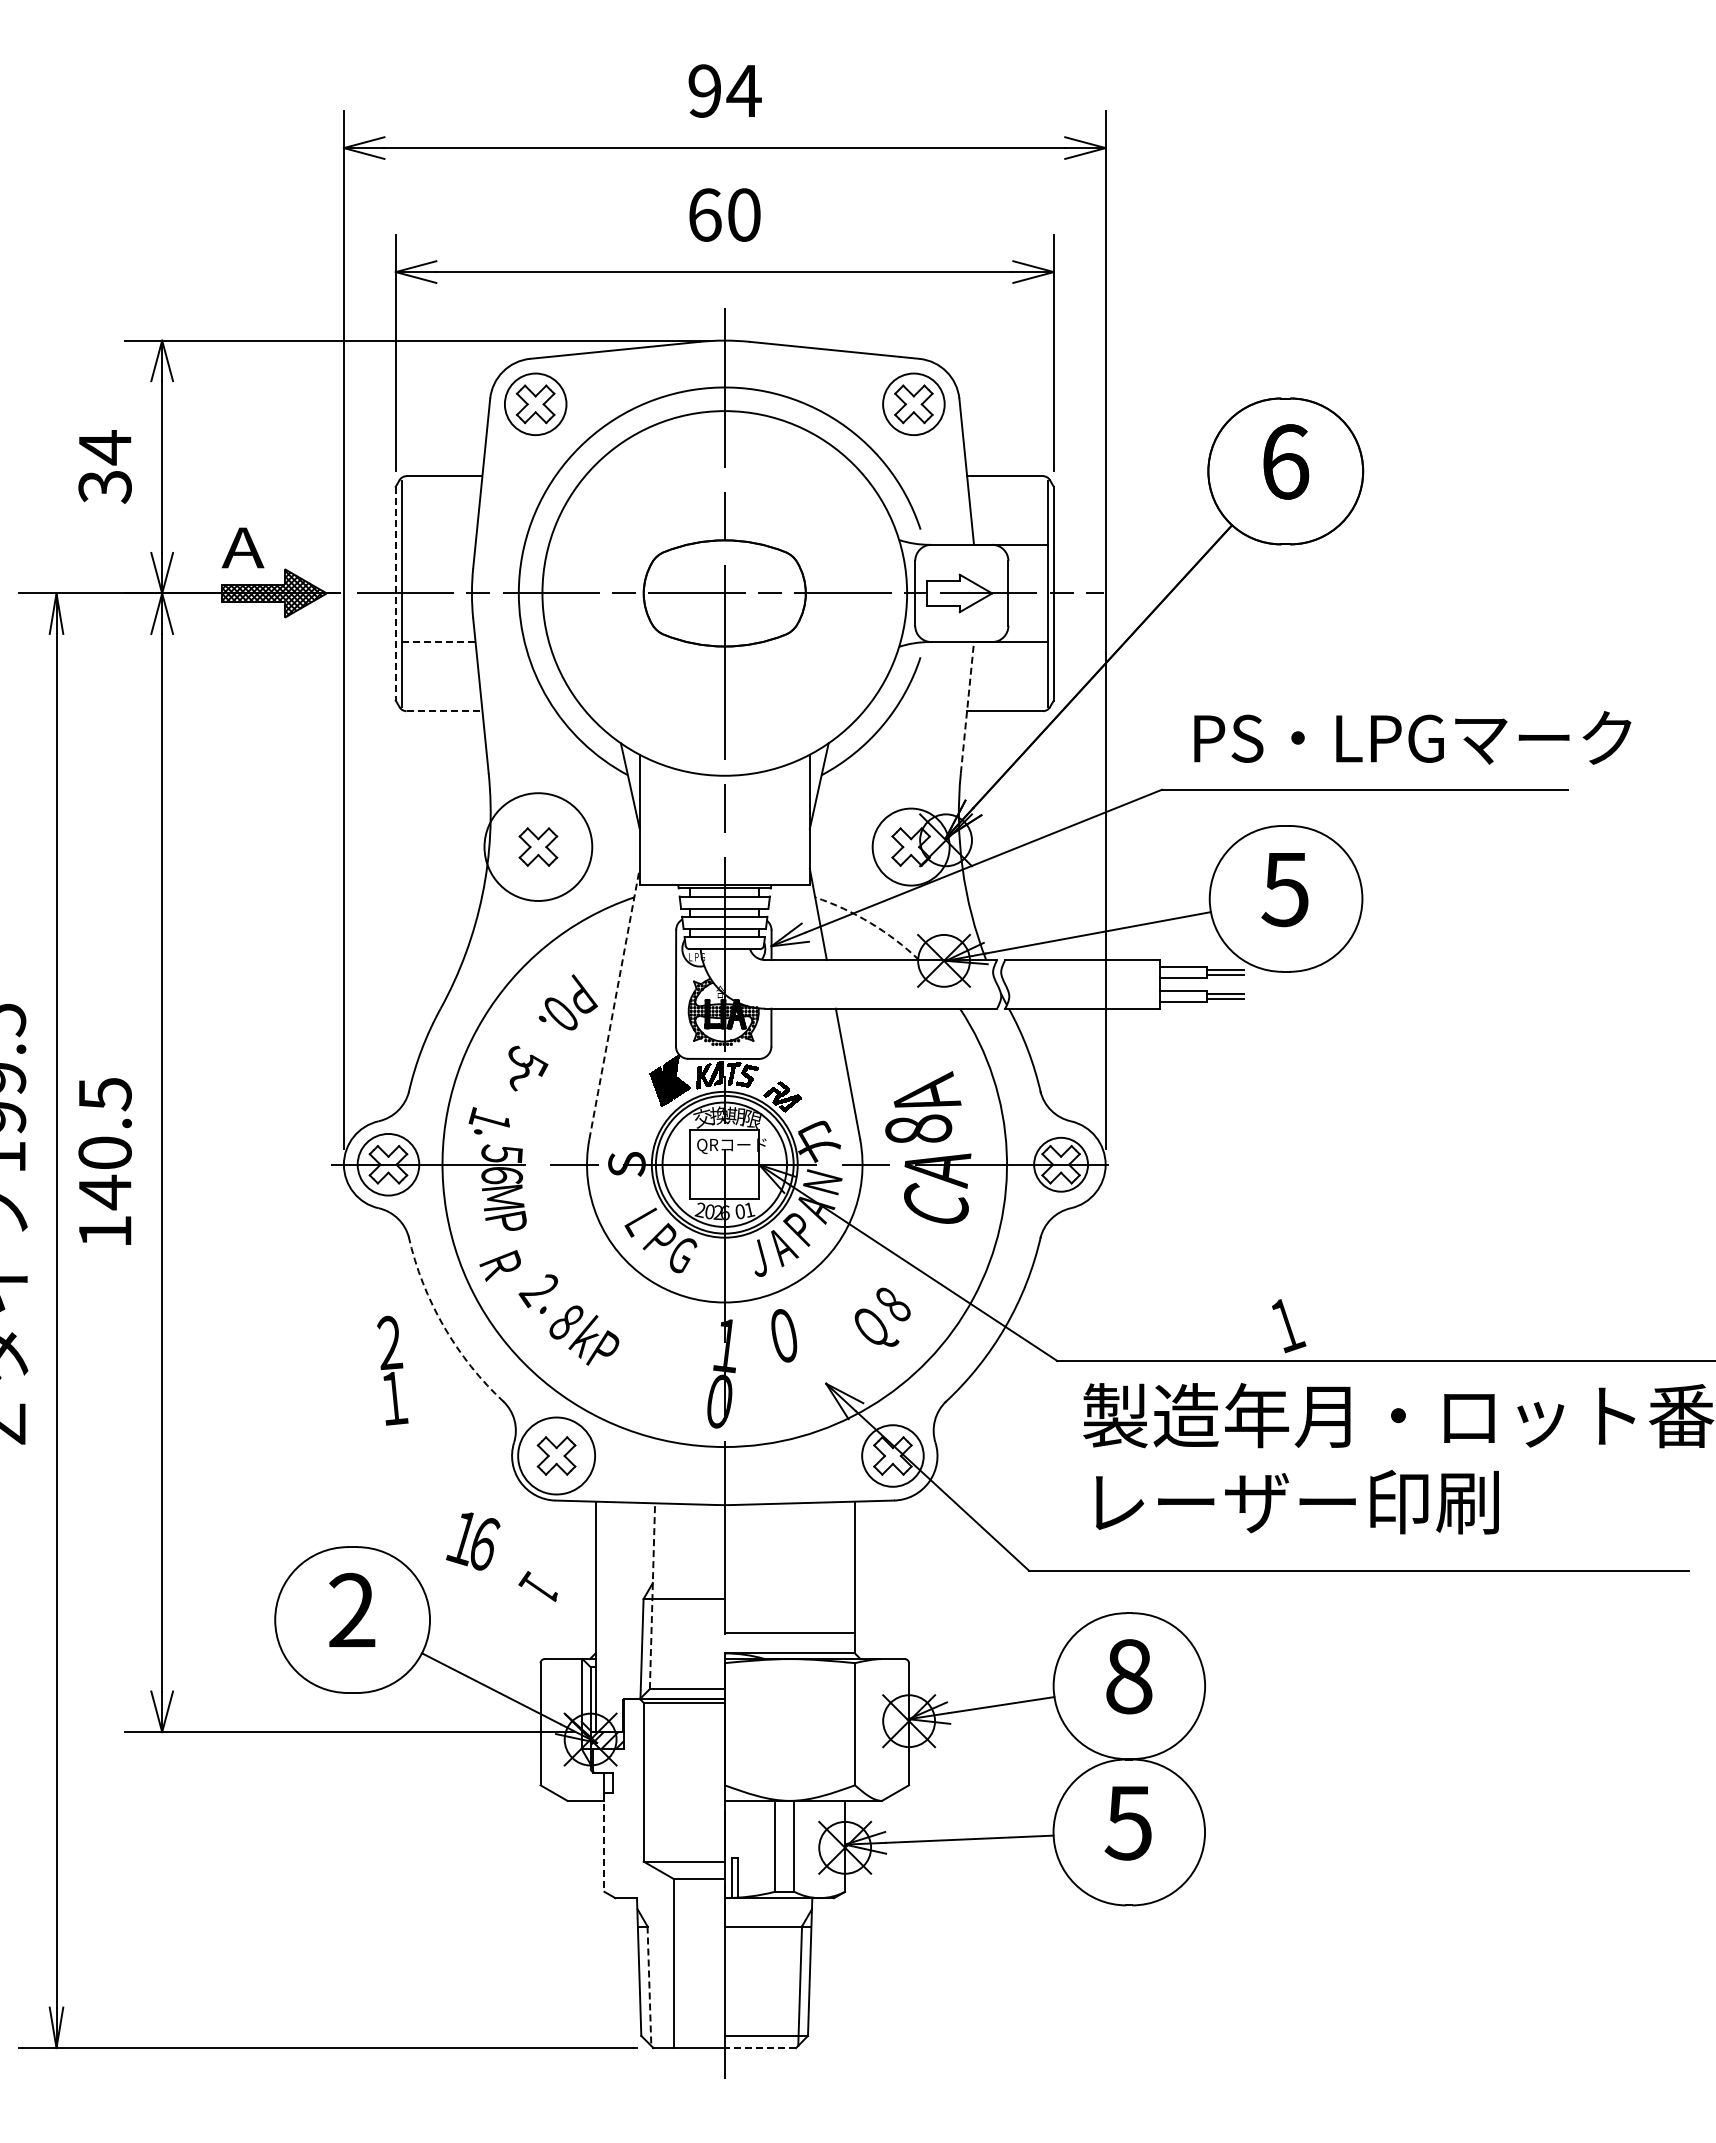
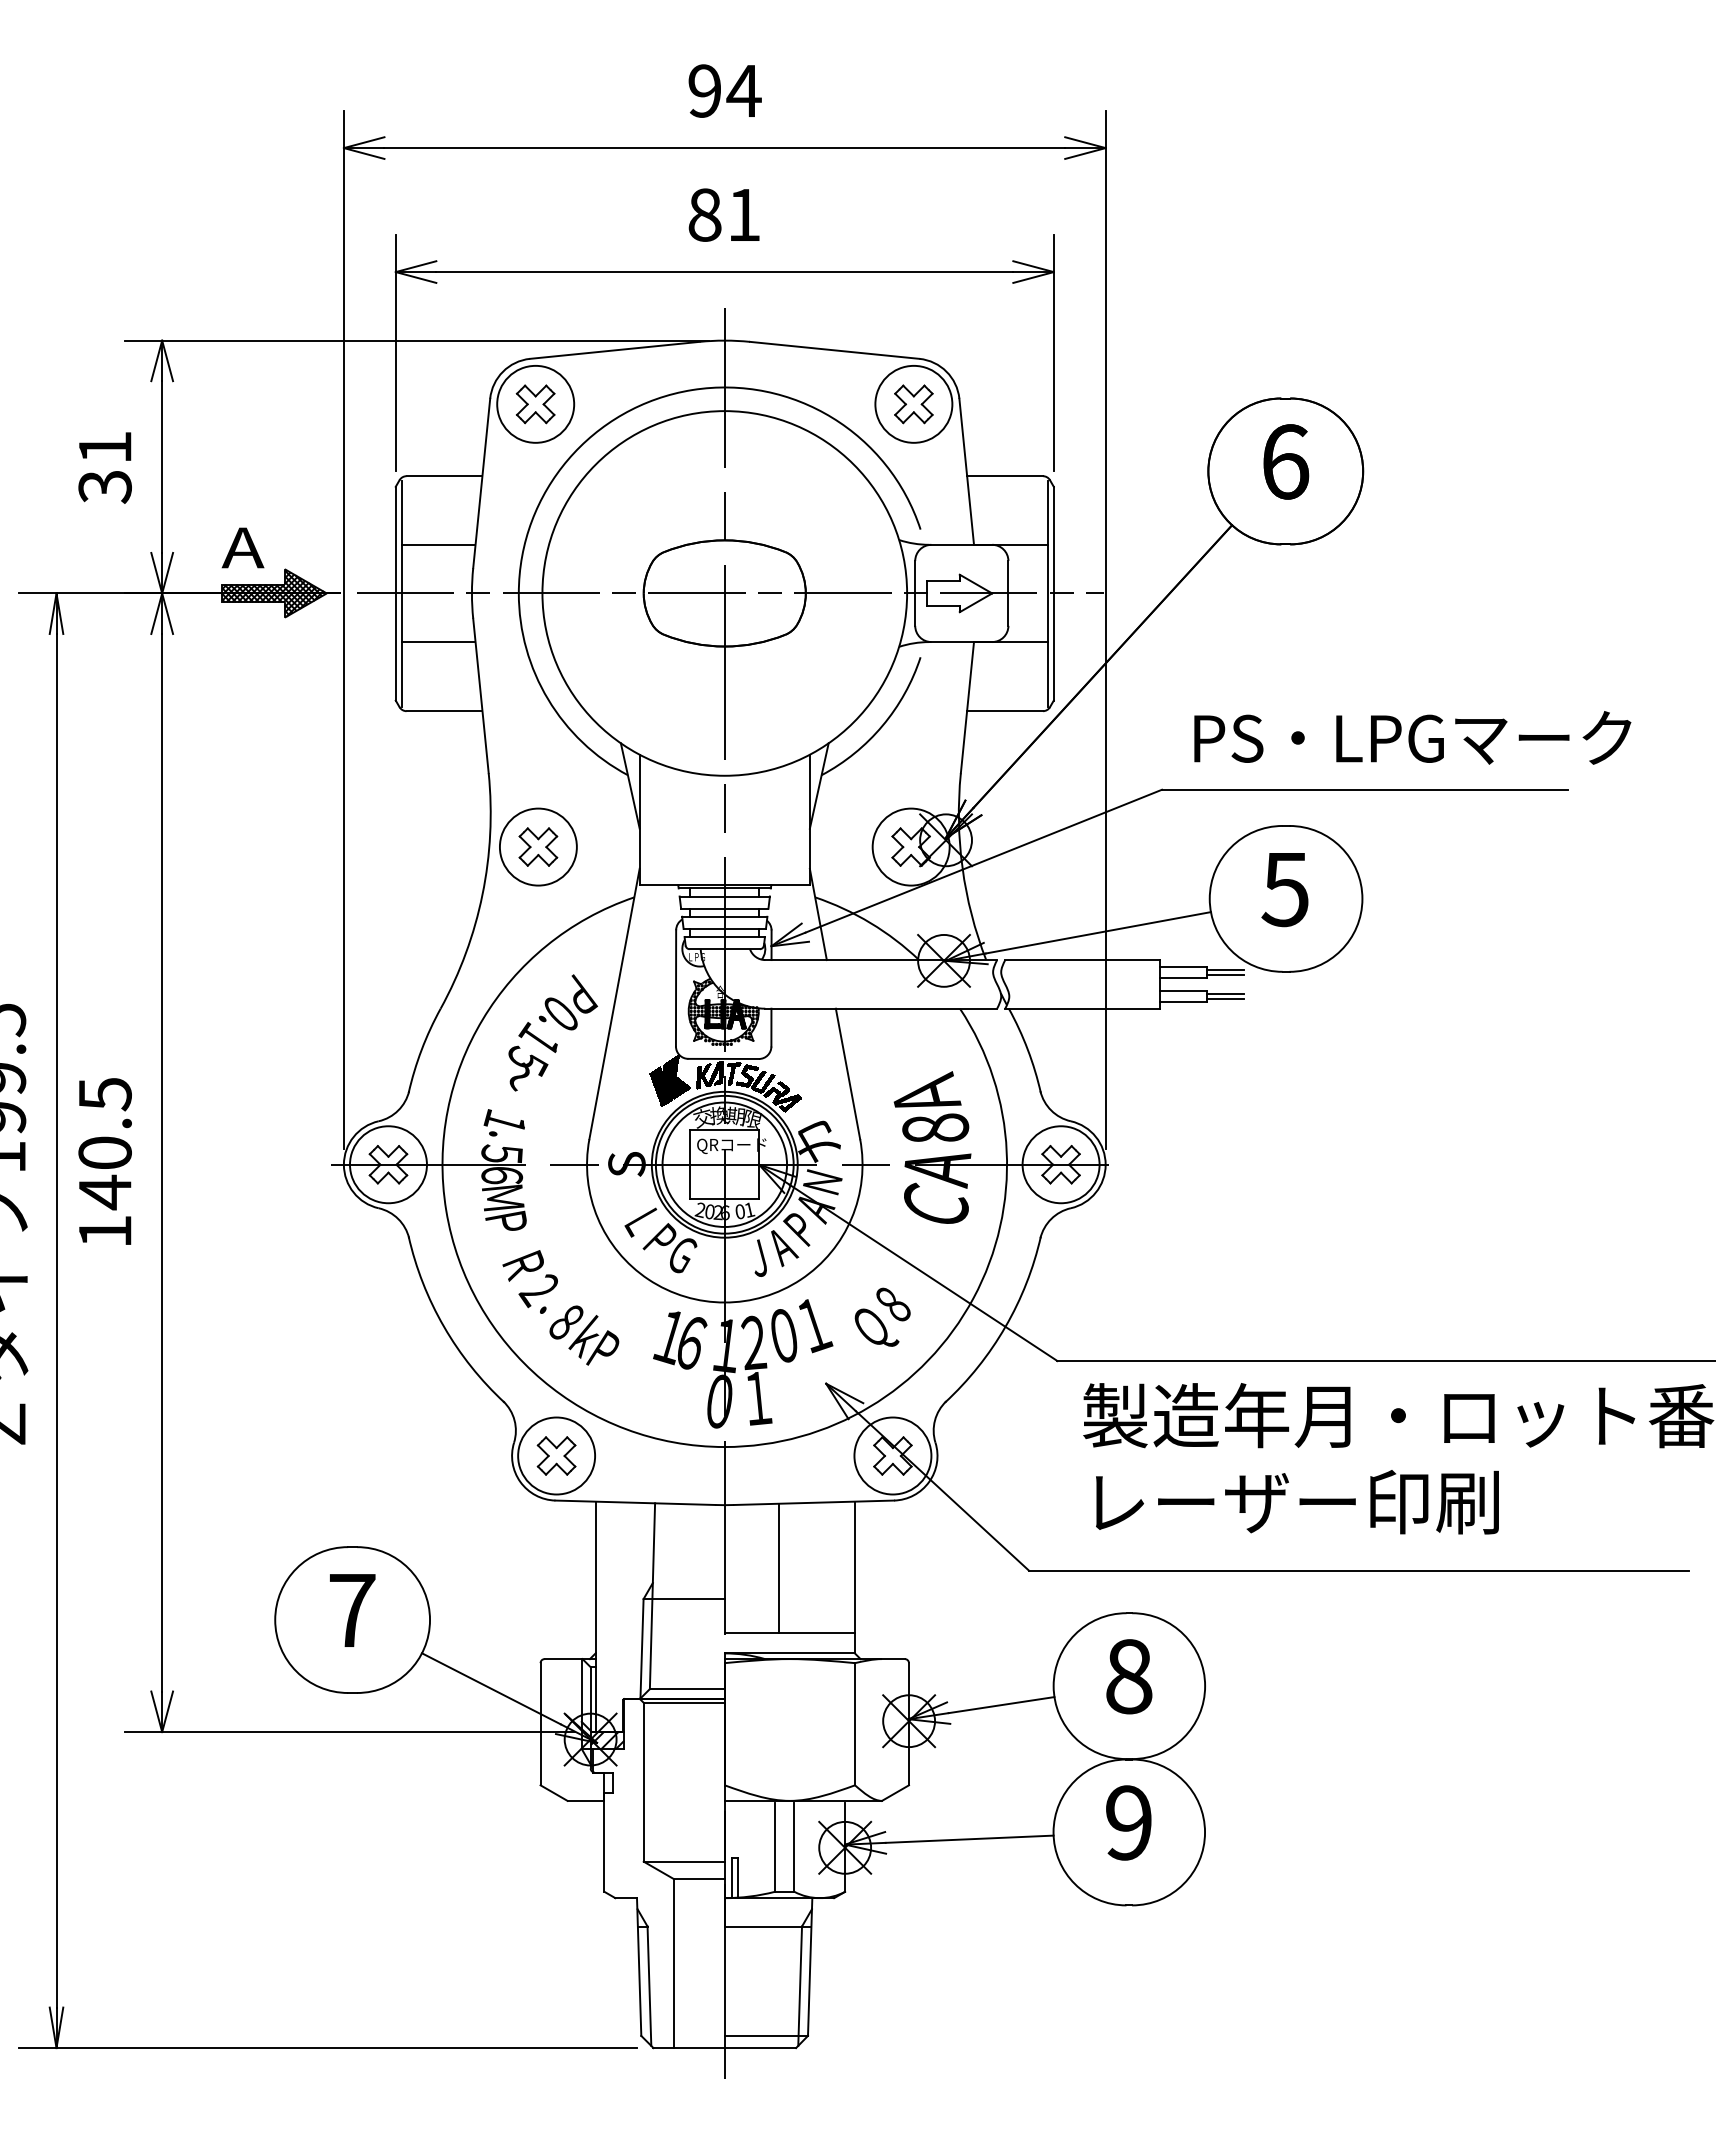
text at (724, 214): 60 -> 81
circle at (535, 404) diameter: 62 px -> 77 px
circle at (913, 404) diameter: 62 px -> 77 px
text at (105, 447): 34 -> 31
line at (438, 544): none -> present
line at (395, 593): dashed -> solid
line at (438, 642): dashed -> solid
line at (967, 707): dashed -> solid
line at (444, 711): dashed -> solid
circle at (538, 846) diameter: 108 px -> 77 px
arc at (870, 923): dashed -> solid
line at (614, 1003): dashed -> solid
hatch at (762, 1081): none -> present
text at (488, 1120) position: (488, 1120) -> (503, 1122)
text at (918, 1128) position: (918, 1128) -> (935, 1127)
circle at (388, 1164) diameter: 62 px -> 77 px
circle at (1061, 1164) diameter: 54 px -> 77 px
text at (499, 1265) position: (499, 1265) -> (522, 1265)
arc at (444, 1326): dashed -> solid
text at (1289, 1326) position: (1289, 1326) -> (816, 1326)
text at (392, 1370) position: (392, 1370) -> (756, 1370)
circle at (892, 1455) diameter: 62 px -> 77 px
text at (473, 1541) position: (473, 1541) -> (680, 1340)
line at (778, 1568): none -> present
text at (537, 1586) position: (537, 1586) -> (537, 1037)
line at (652, 1596): dashed -> solid
text at (352, 1609): 2 -> 7
text at (1127, 1822): 5 -> 9
line at (604, 1842): dashed -> solid
line at (649, 1986): dashed -> solid
line at (760, 2048): dashed -> solid
